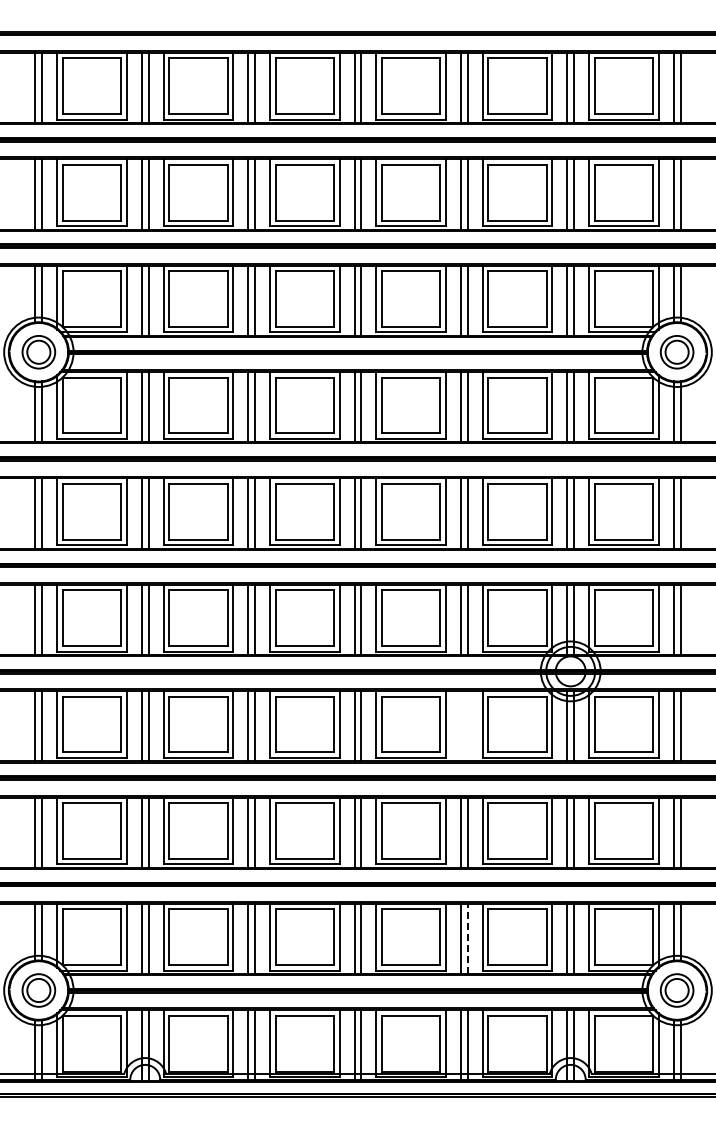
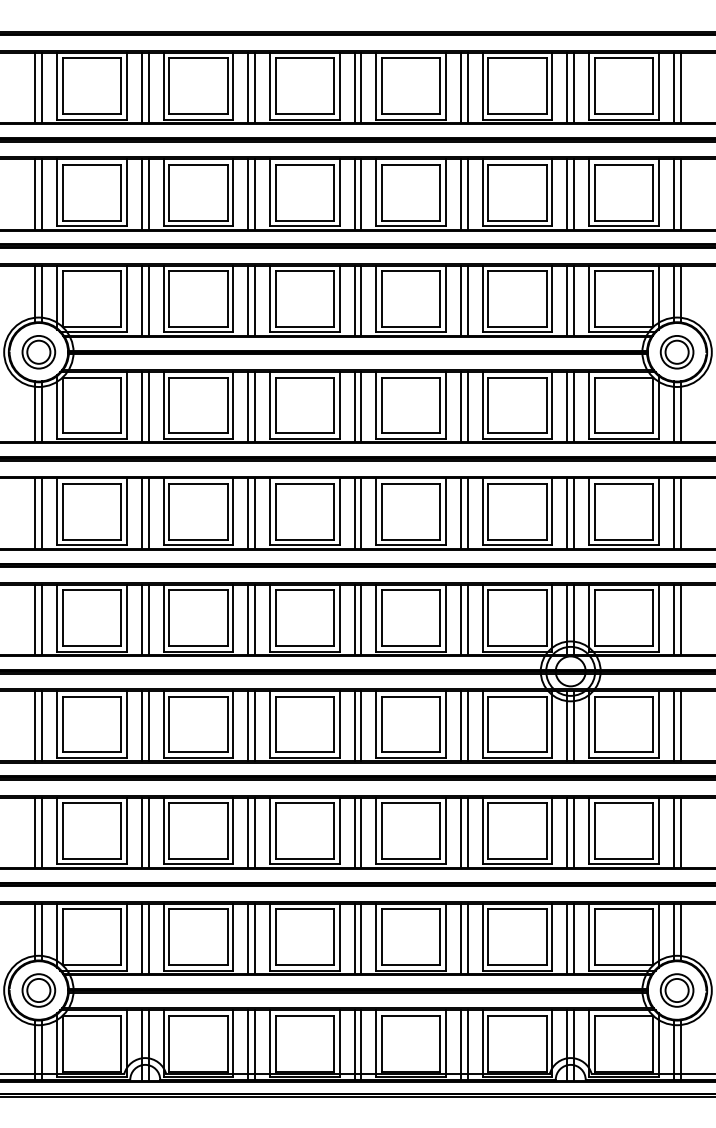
line at (460, 726): none -> present
line at (467, 726): none -> present
line at (467, 938): dashed -> solid
